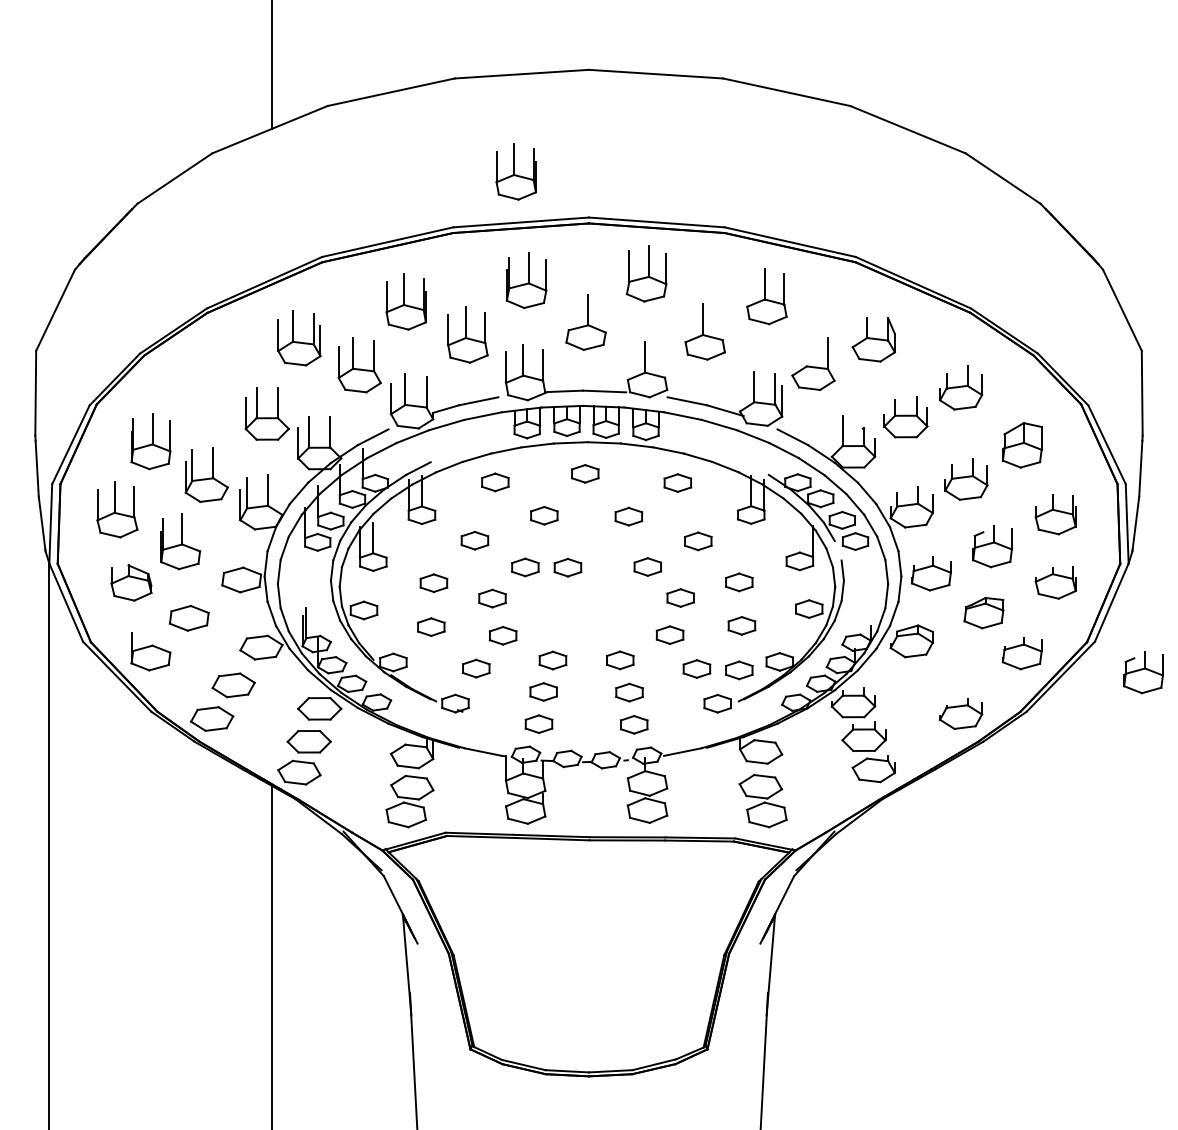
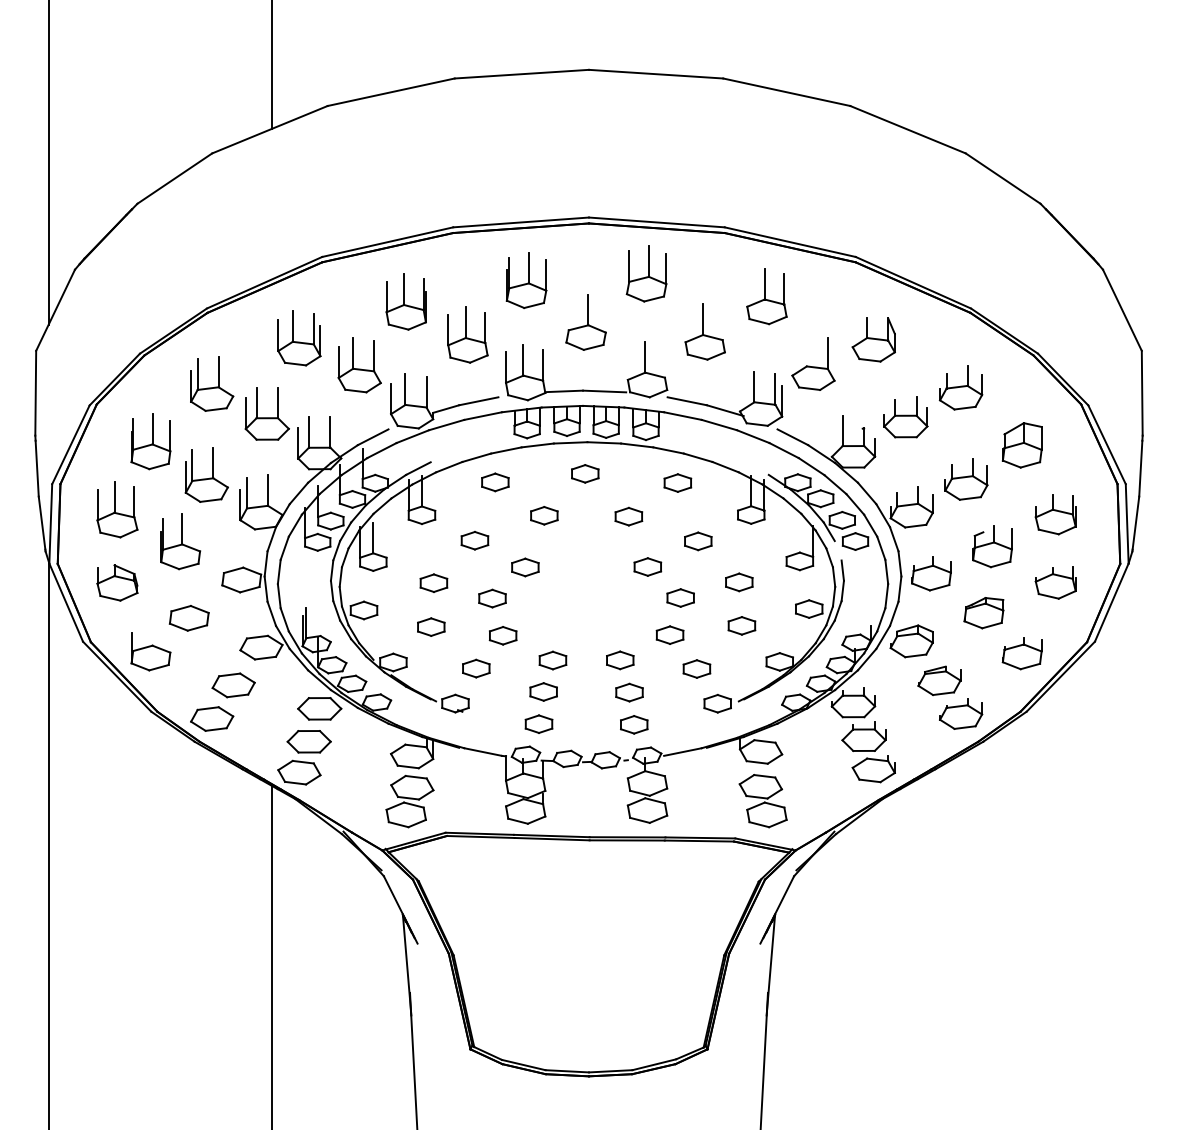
line at (48, 163): none -> present
part at (515, 171): present -> none
part at (212, 383): none -> present
part at (567, 567): present -> none
part at (131, 582) position: (131, 582) -> (117, 582)
part at (739, 670): present -> none
part at (1143, 672): present -> none
part at (939, 680): none -> present
